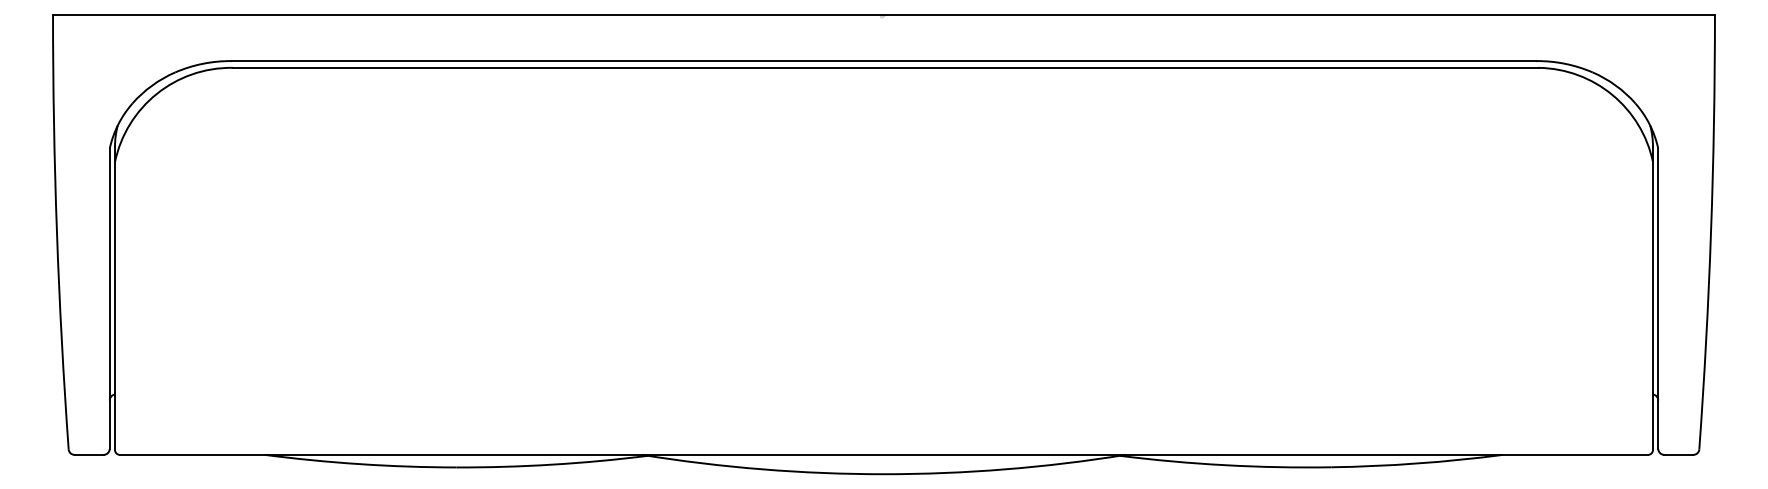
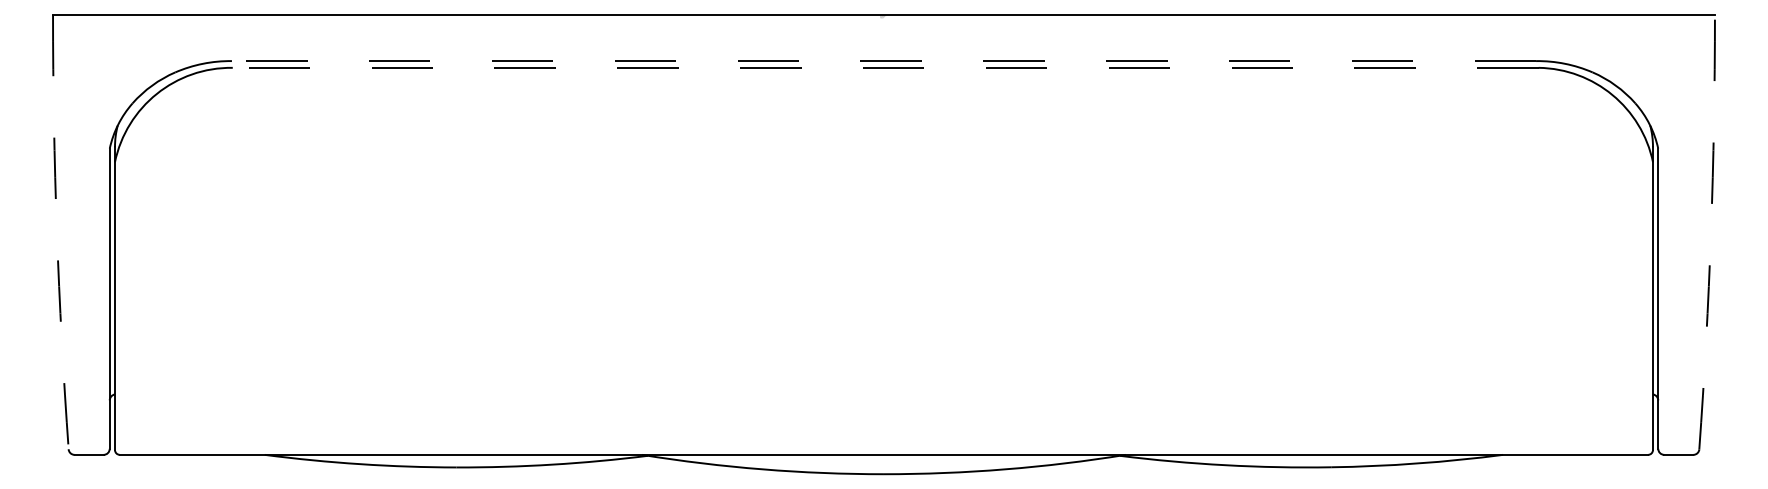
line at (883, 61): solid -> dashed
line at (885, 67): solid -> dashed
arc at (56, 232): solid -> dashed
arc at (1711, 232): solid -> dashed
